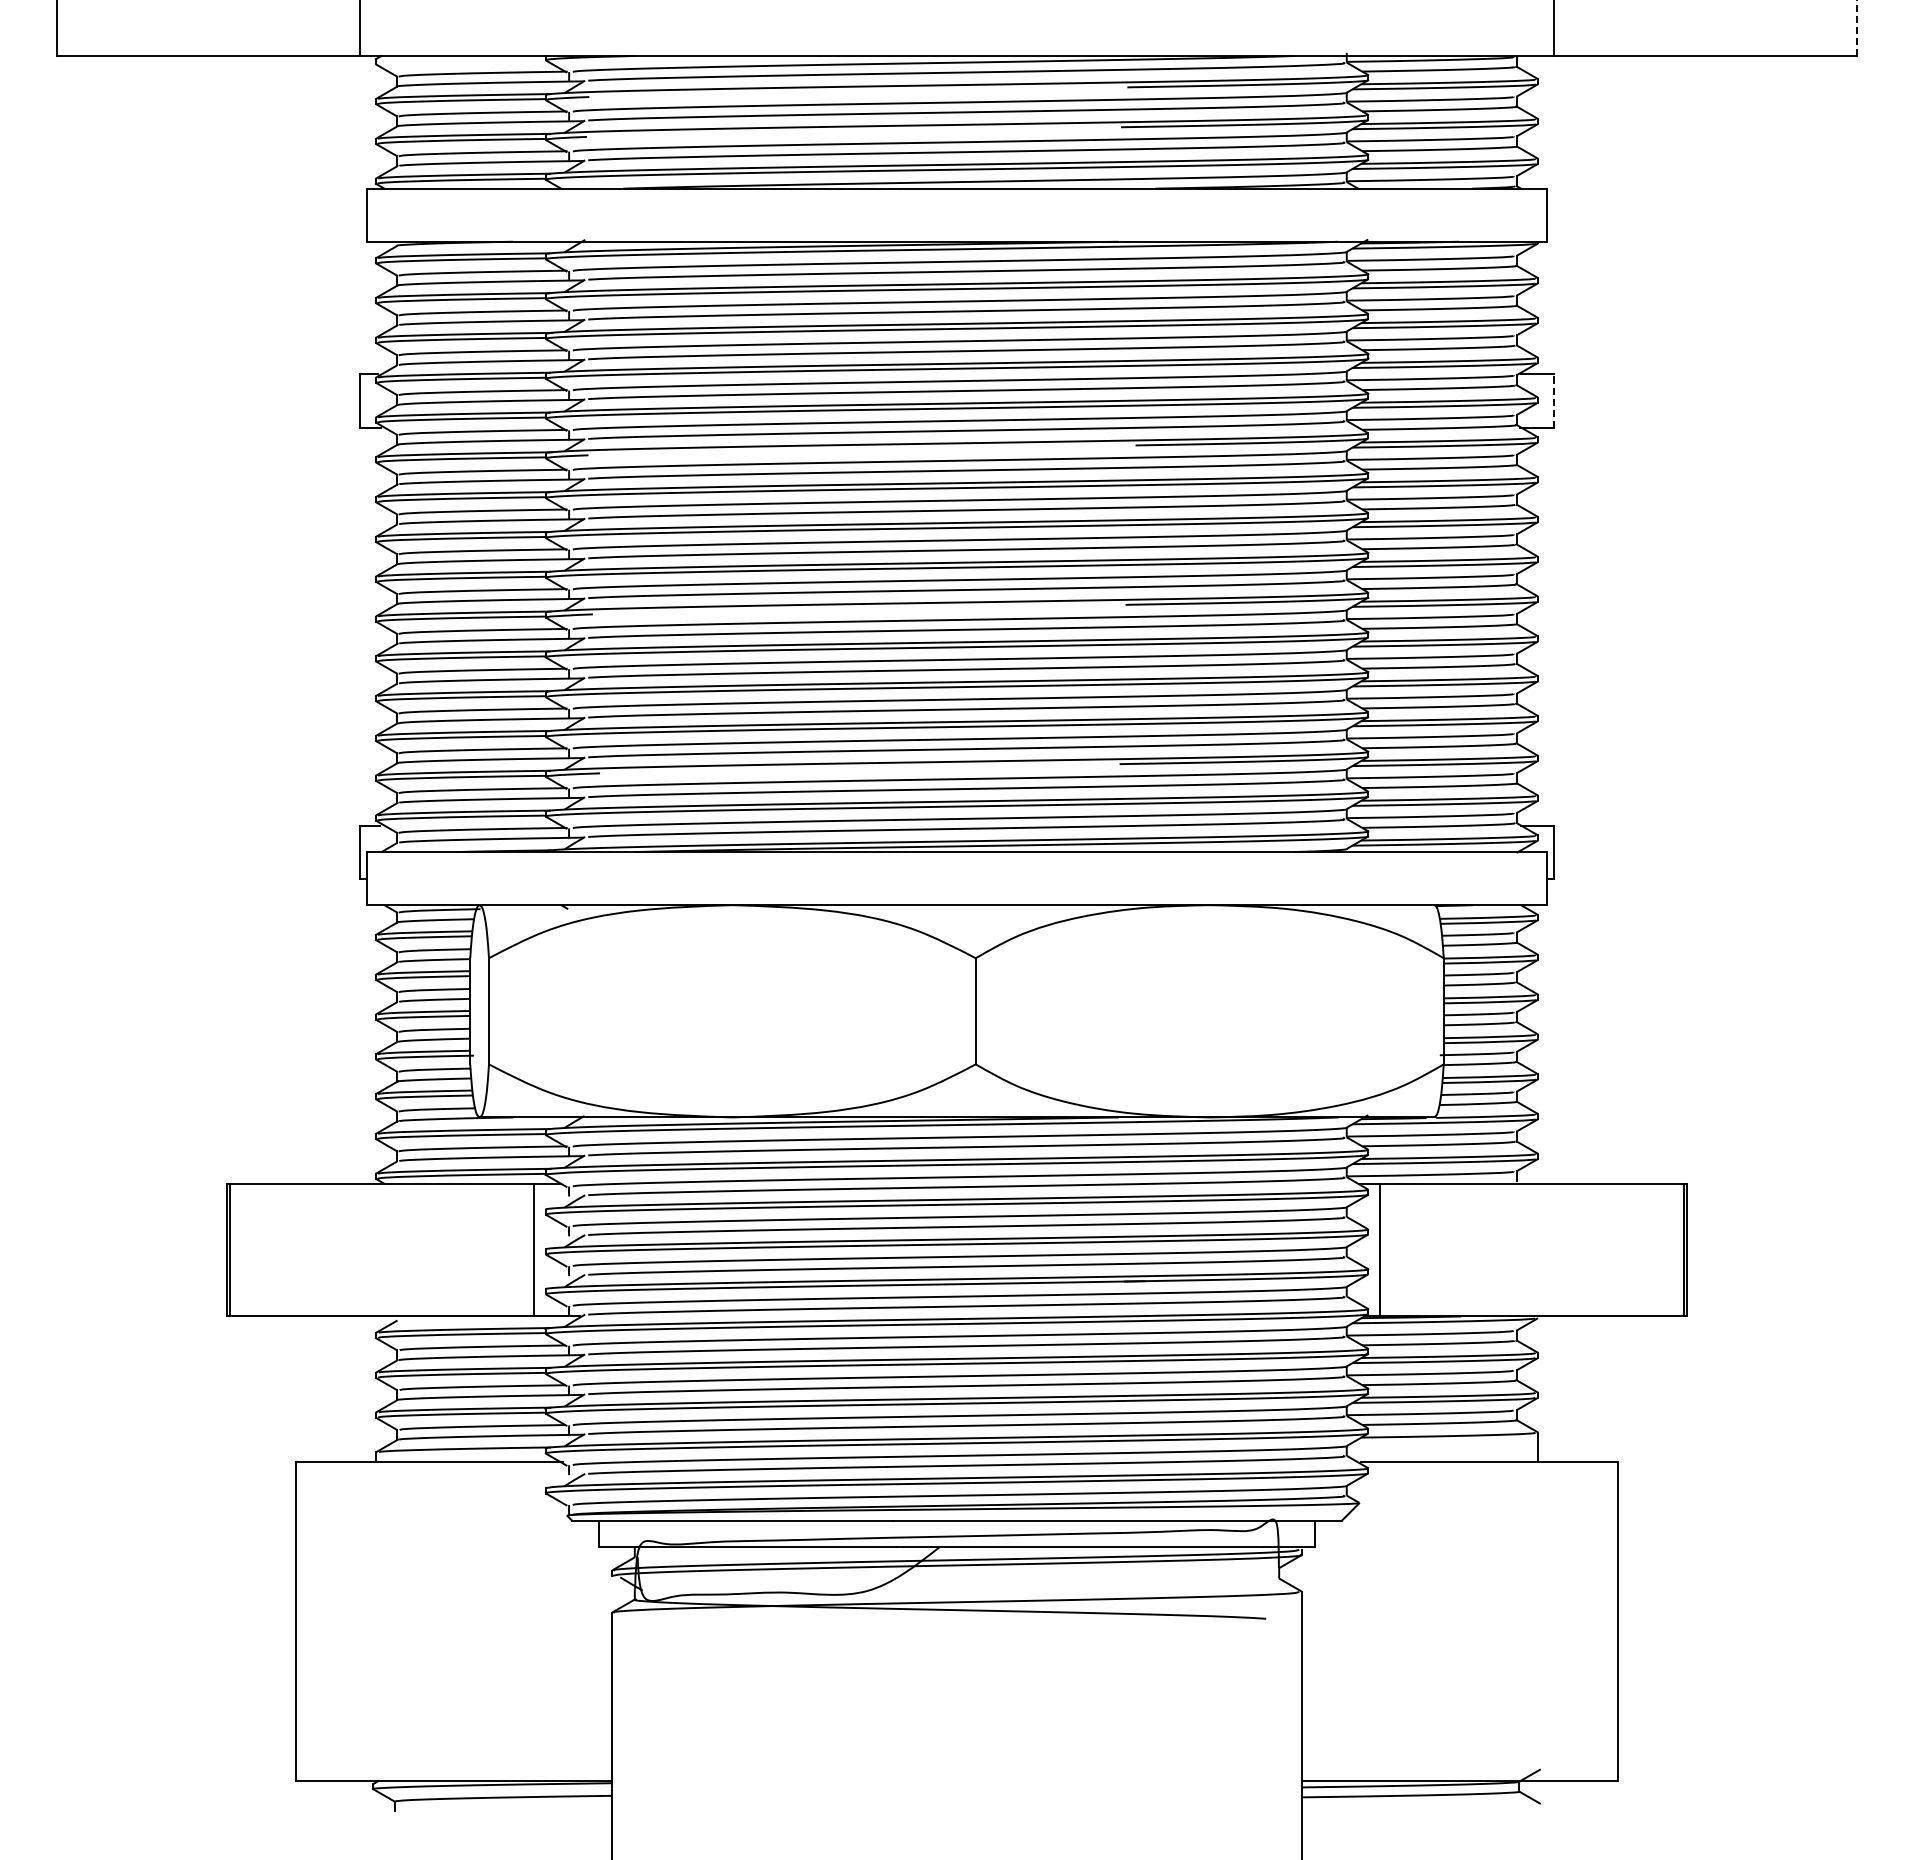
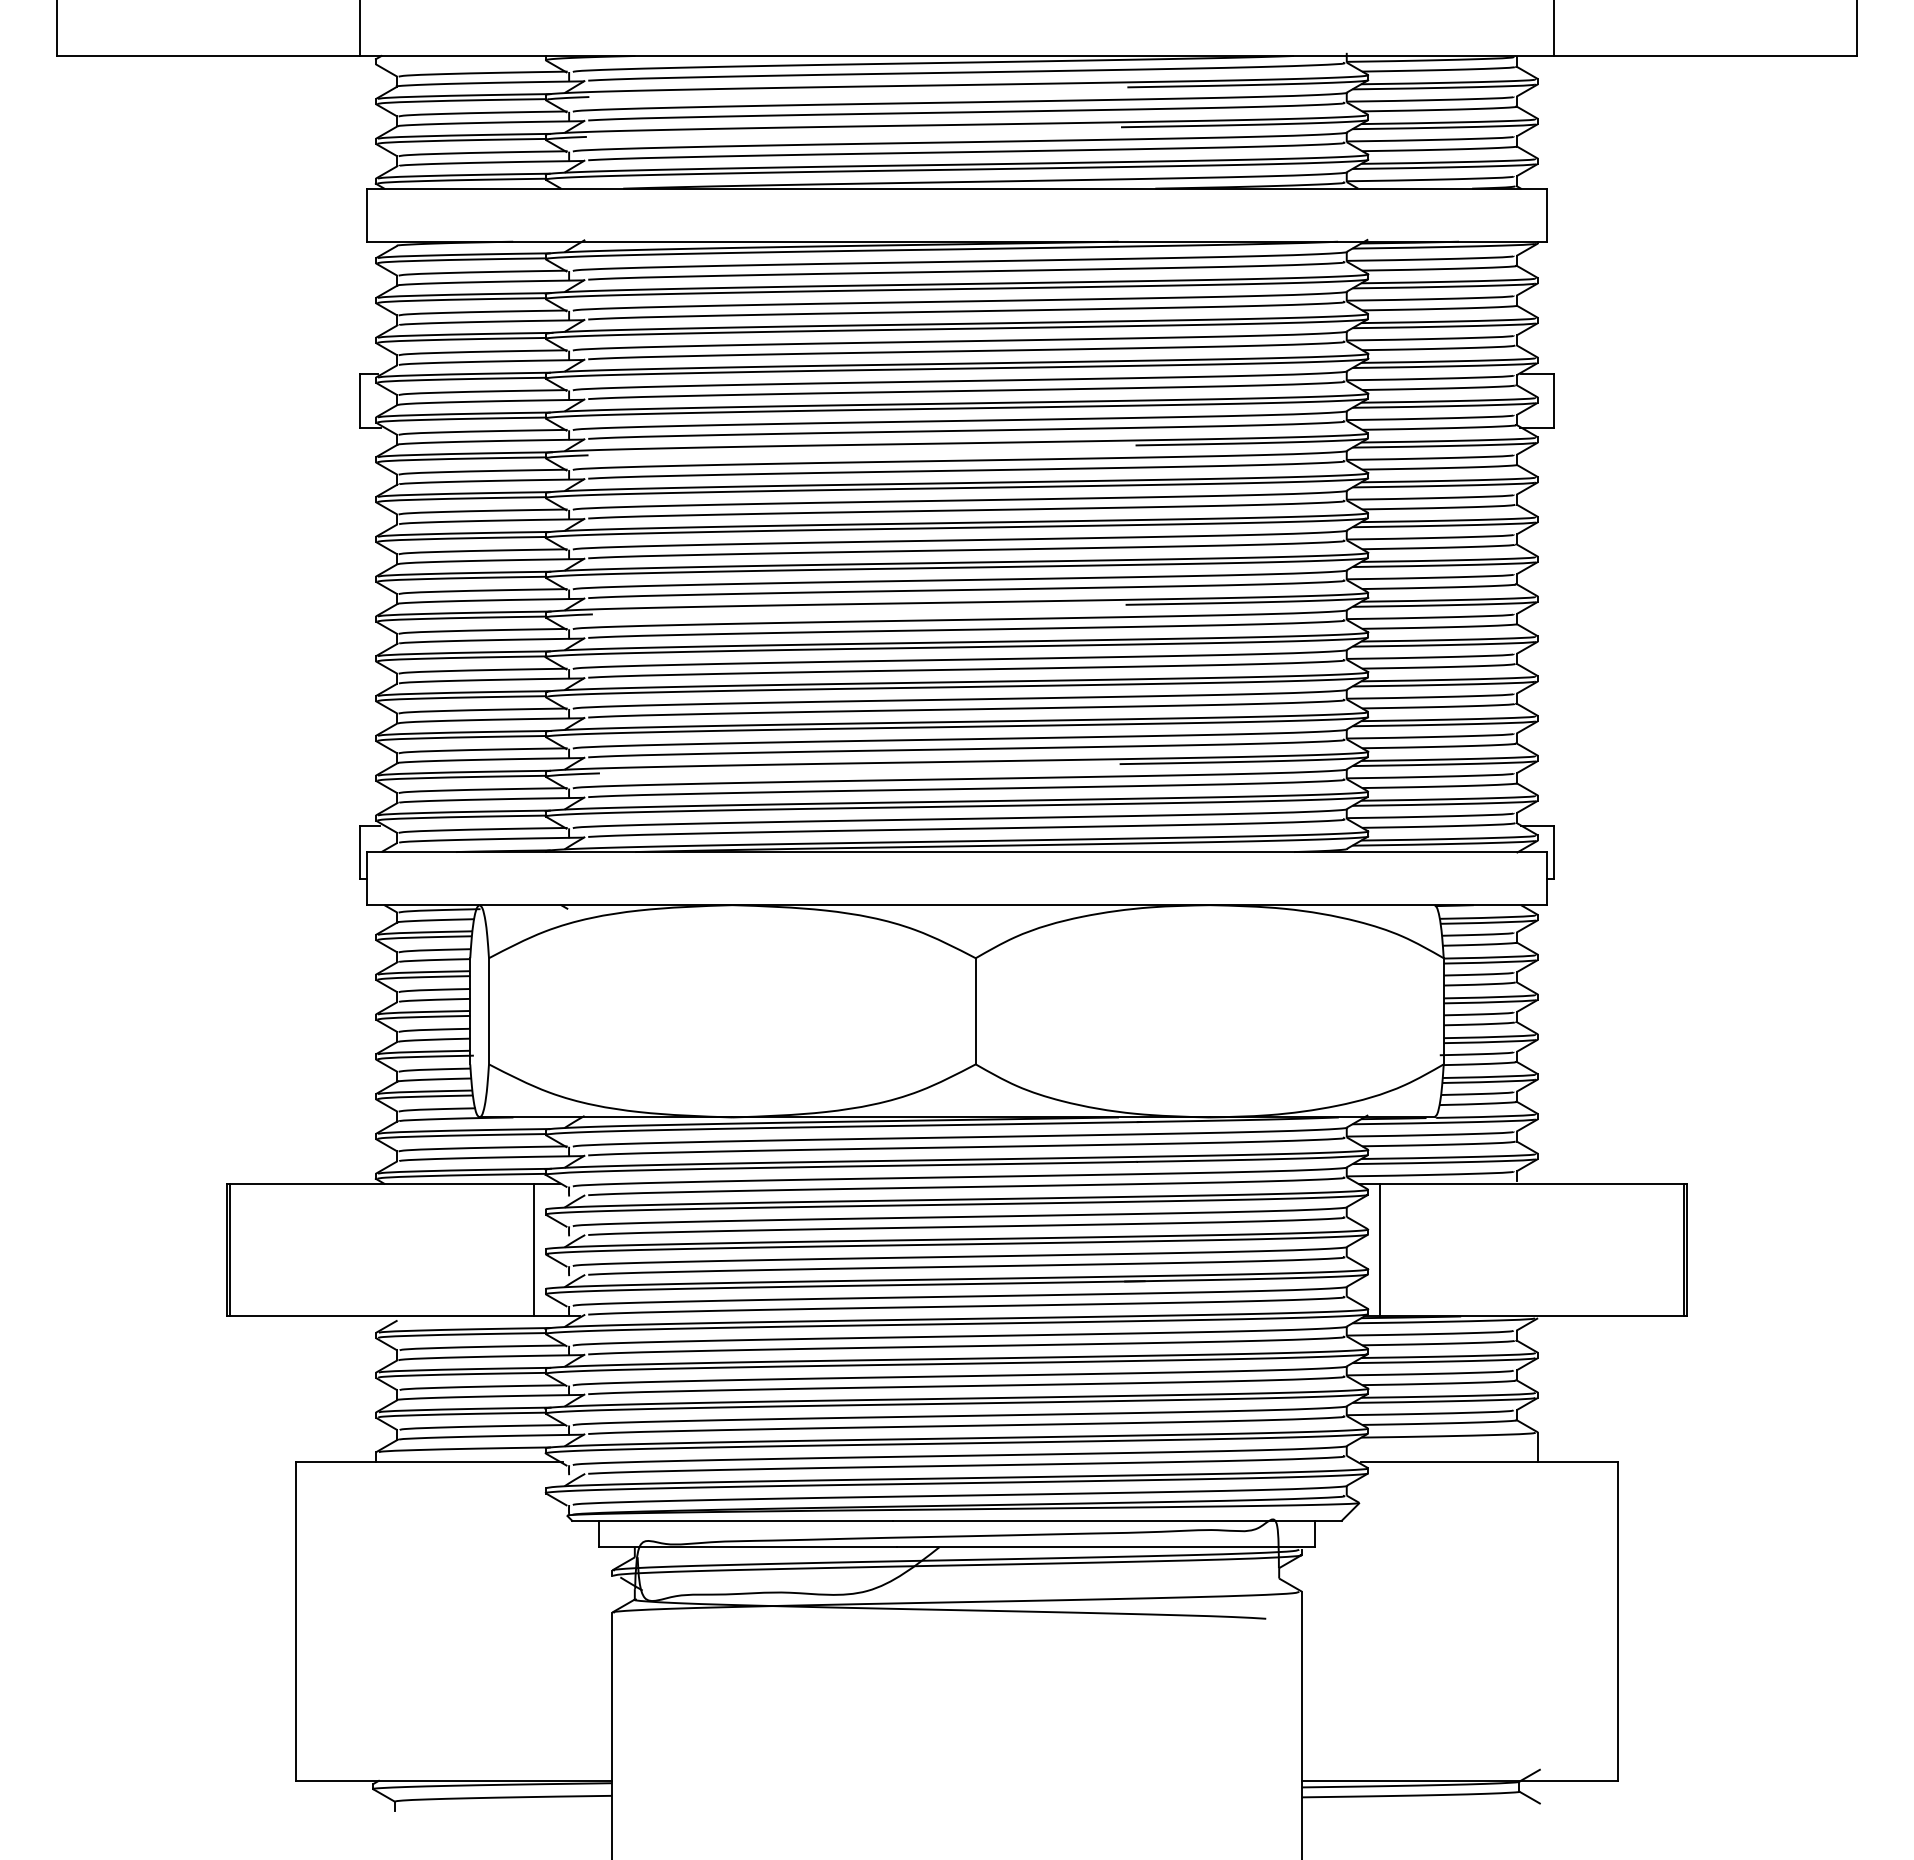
line at (1856, 28): dashed -> solid
line at (1554, 400): dashed -> solid
